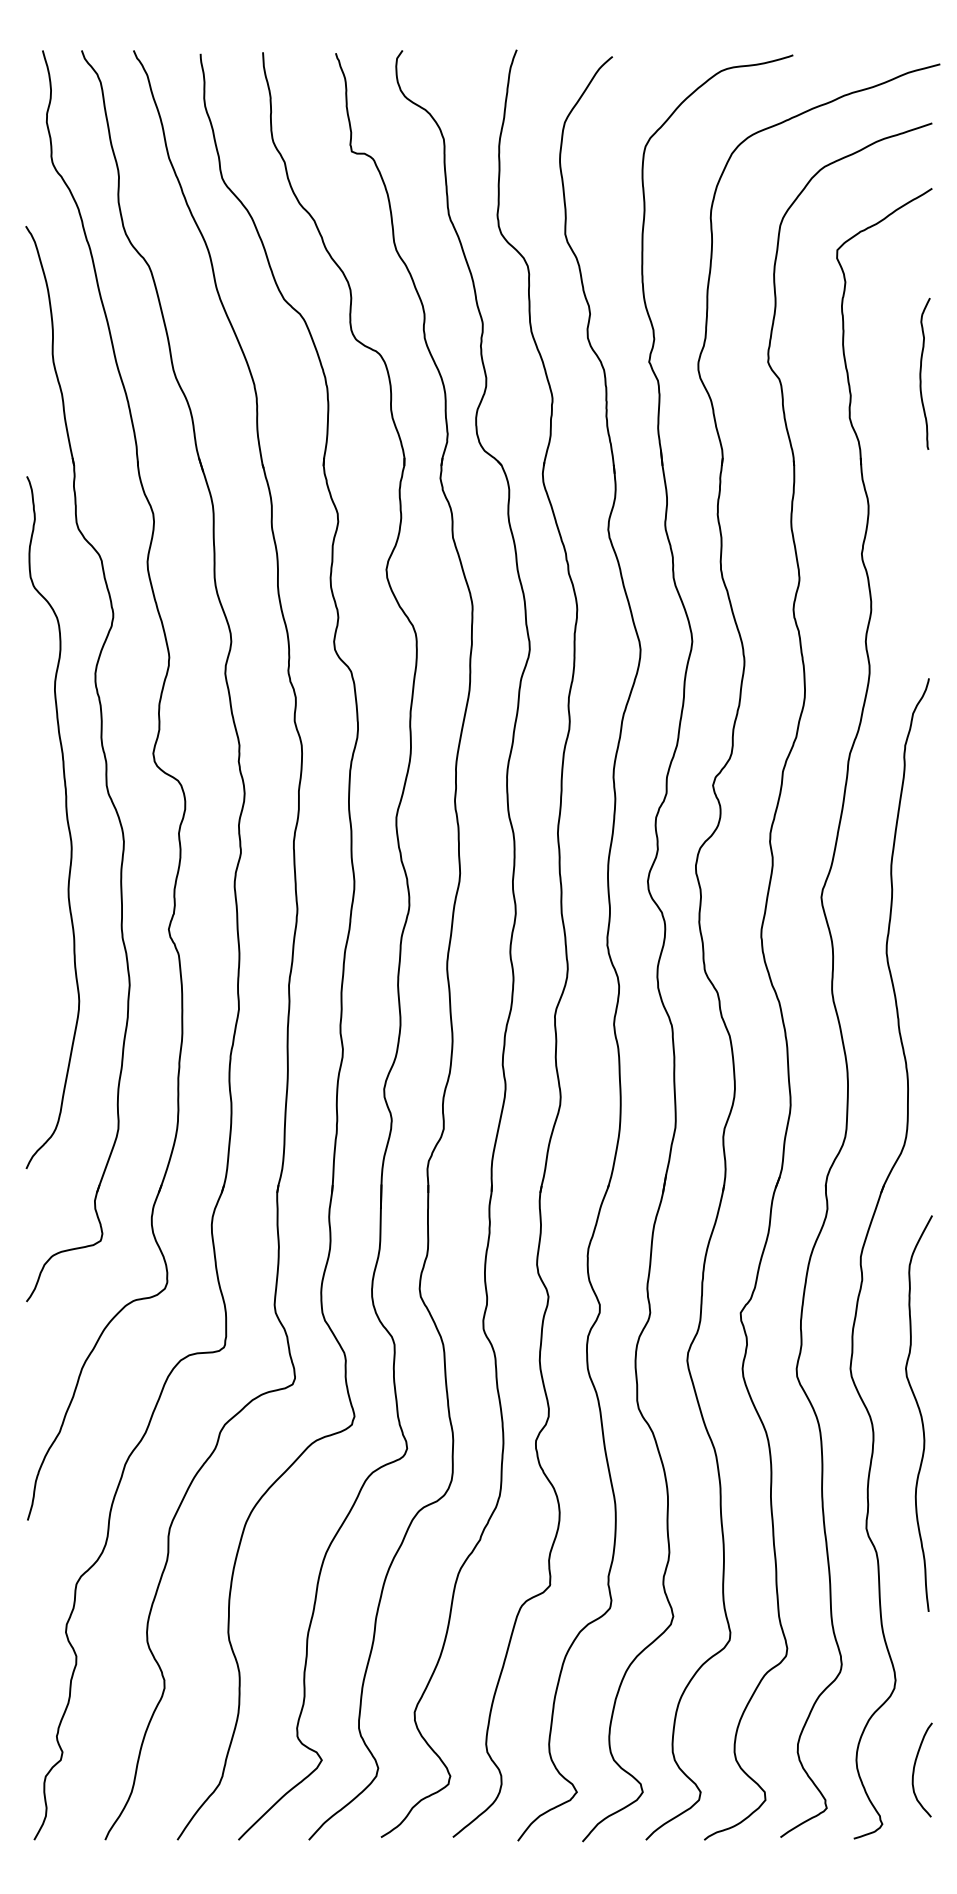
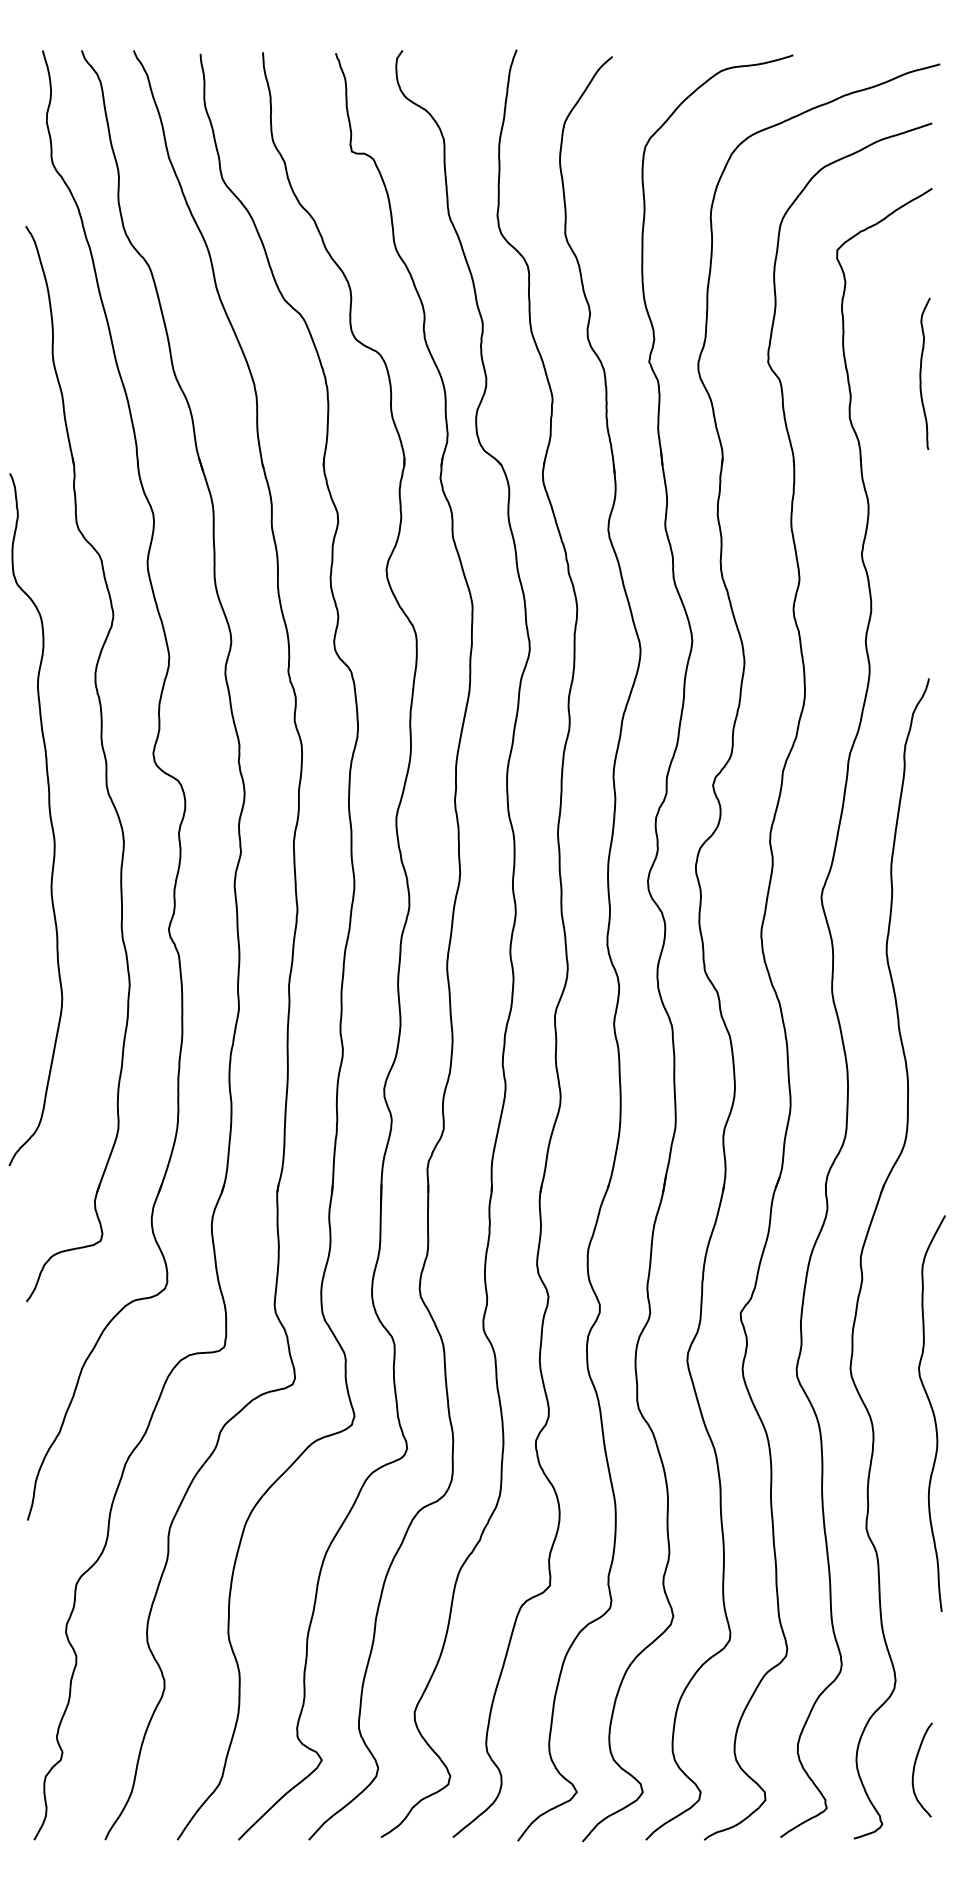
curve at (66, 821) position: (66, 821) -> (49, 818)
curve at (919, 1413) position: (919, 1413) -> (932, 1413)
